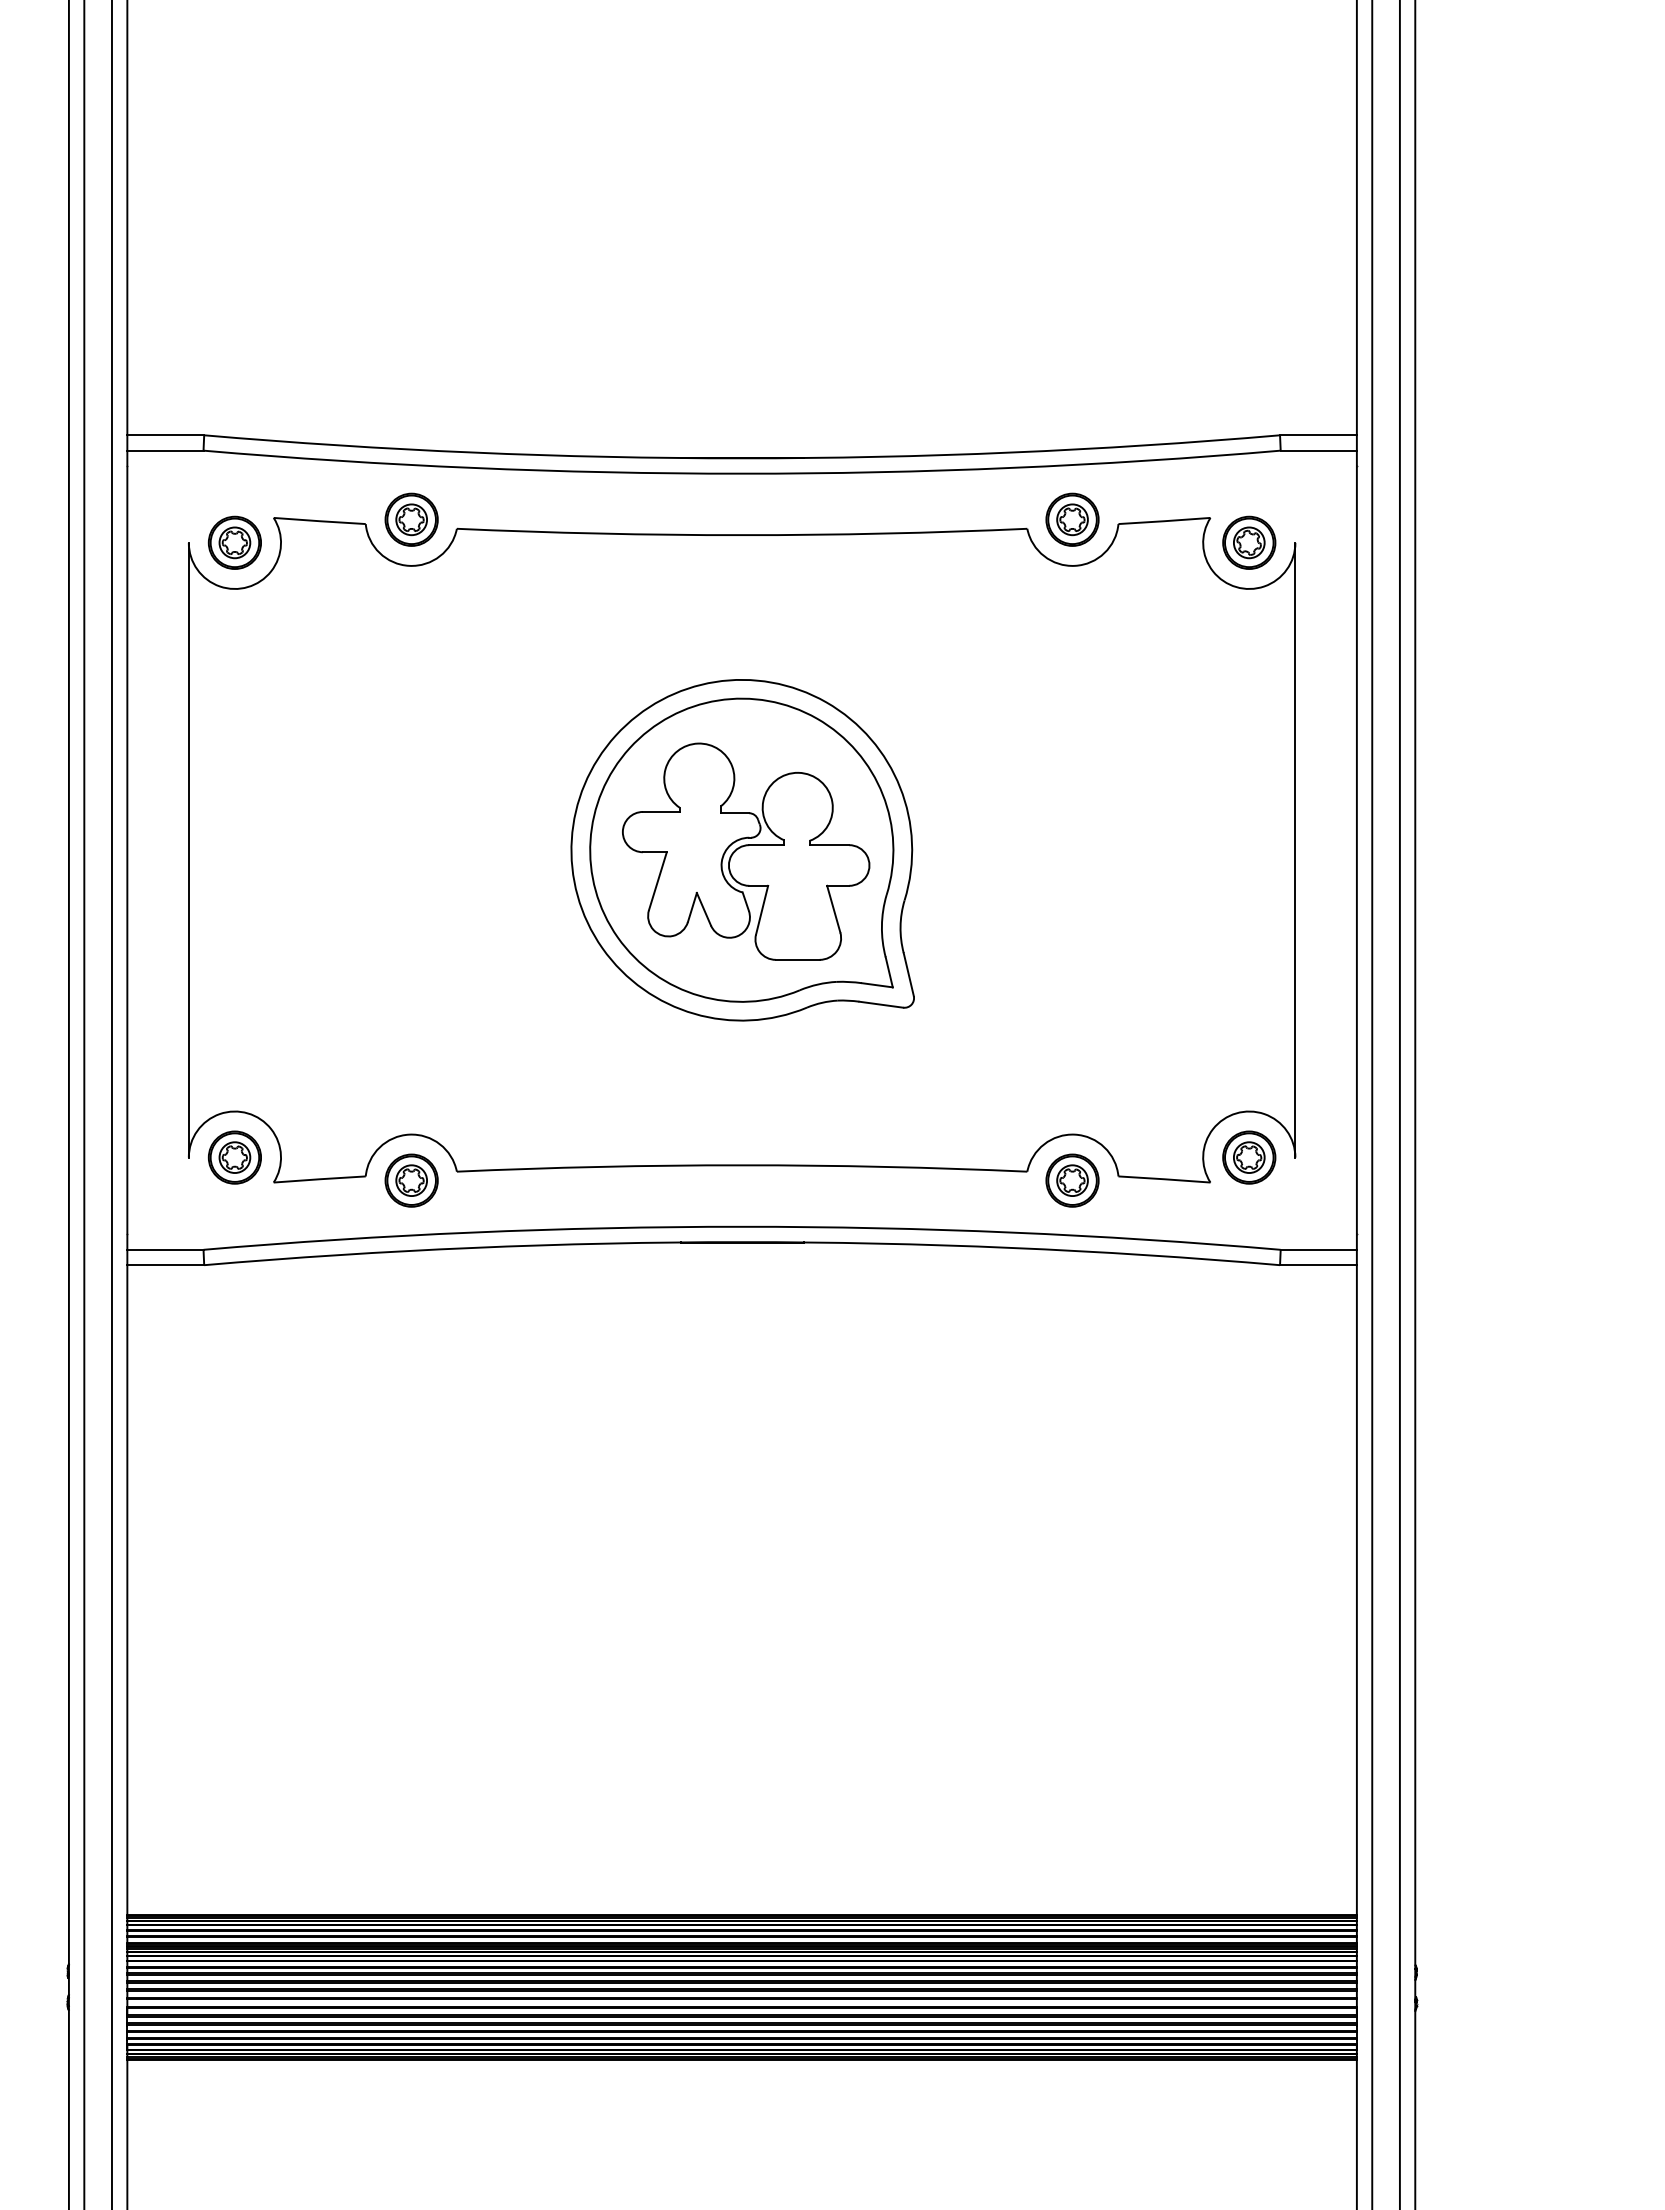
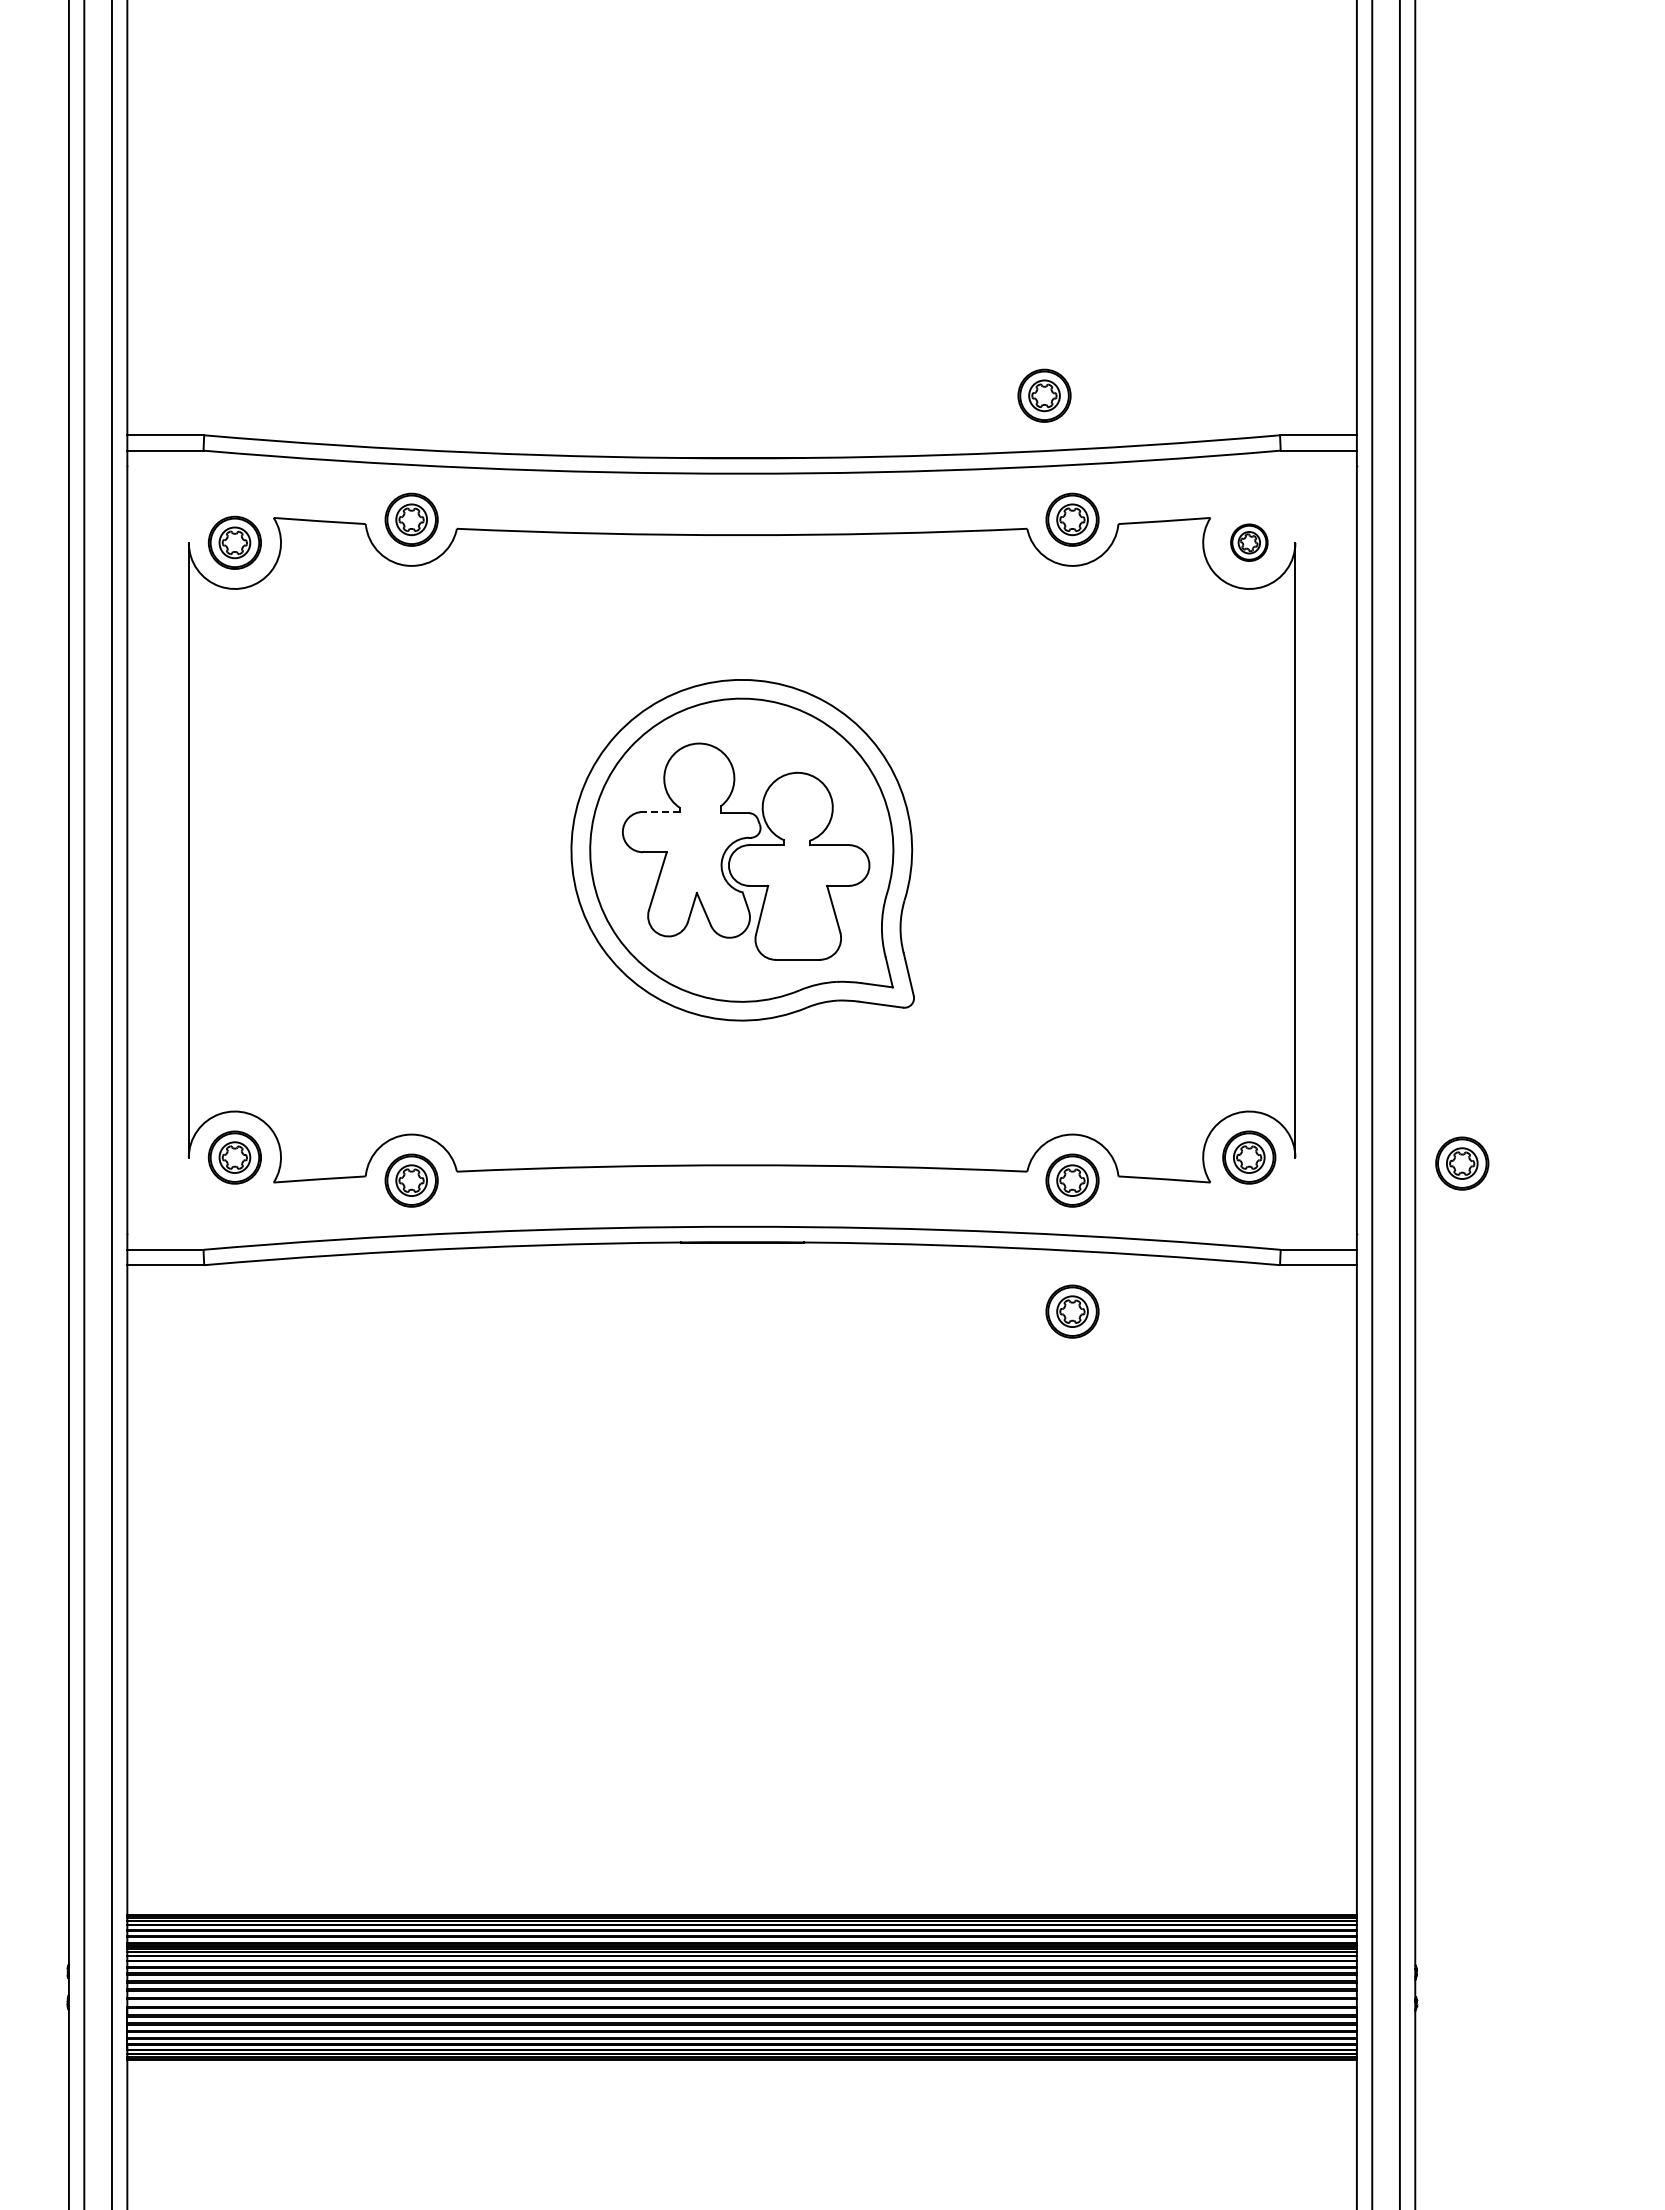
part at (1044, 395): none -> present
part at (1249, 542) size: 55x55 px -> 39x39 px
line at (660, 811): solid -> dashed
part at (1462, 1163): none -> present
part at (1072, 1311): none -> present
